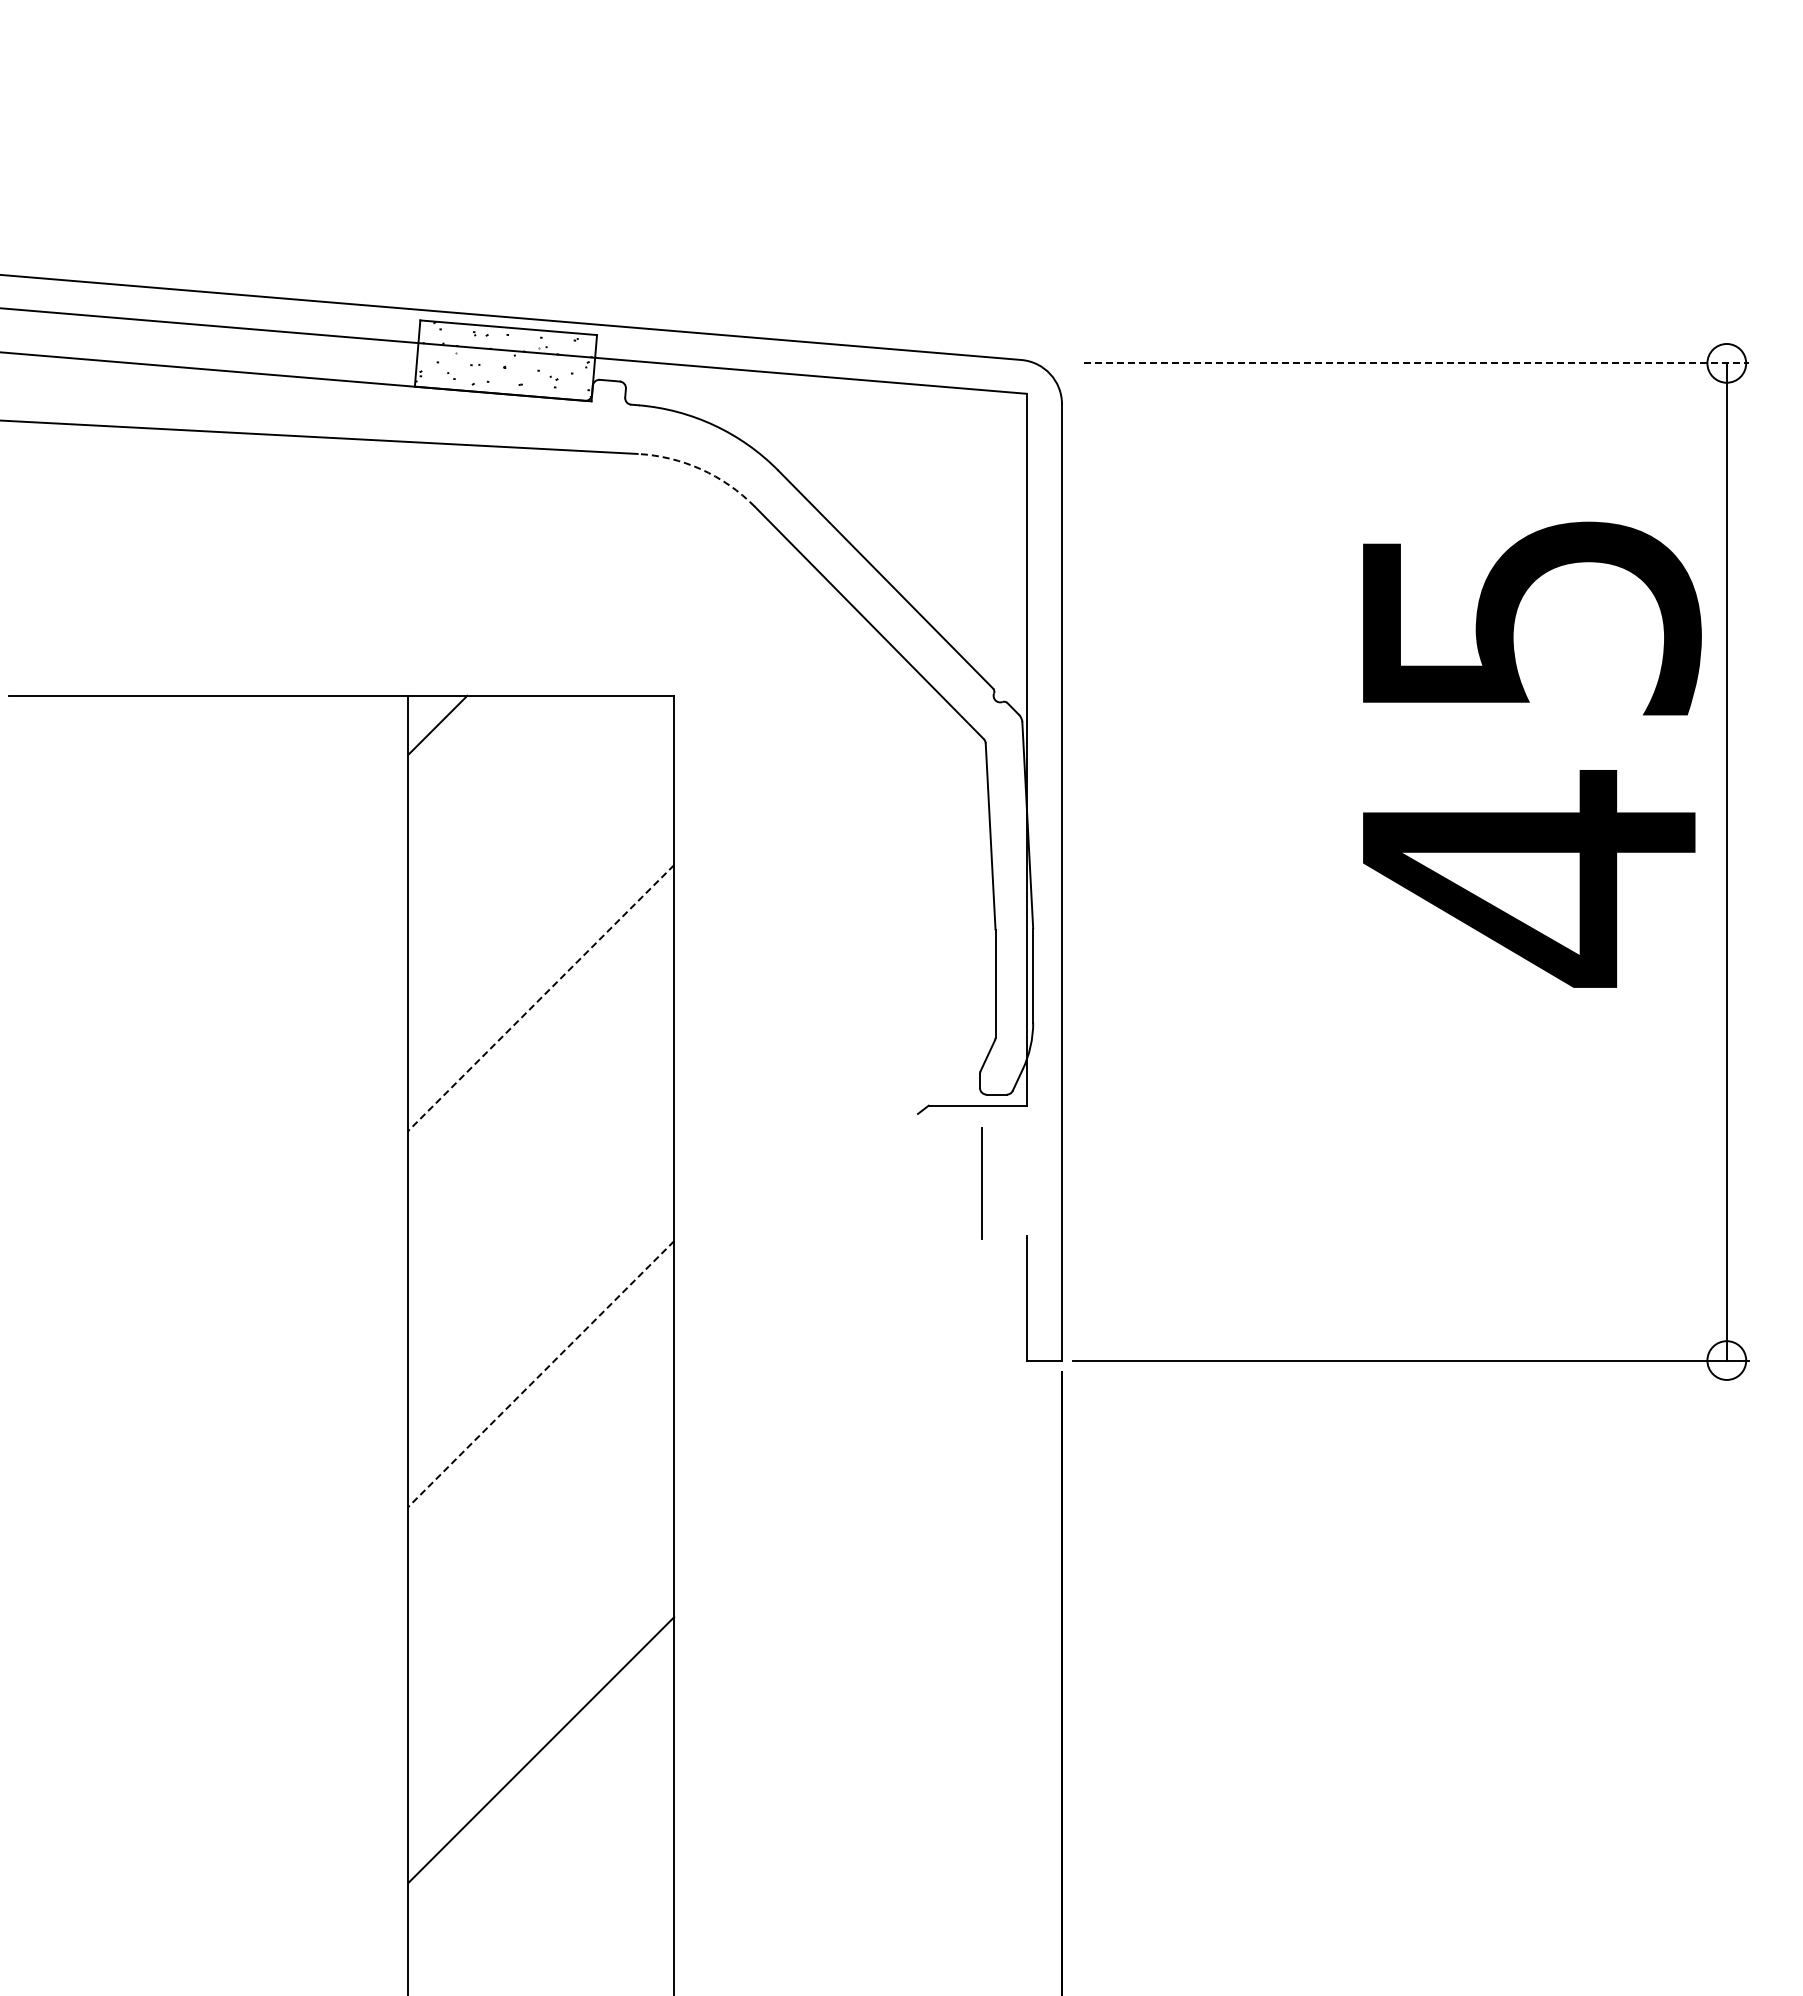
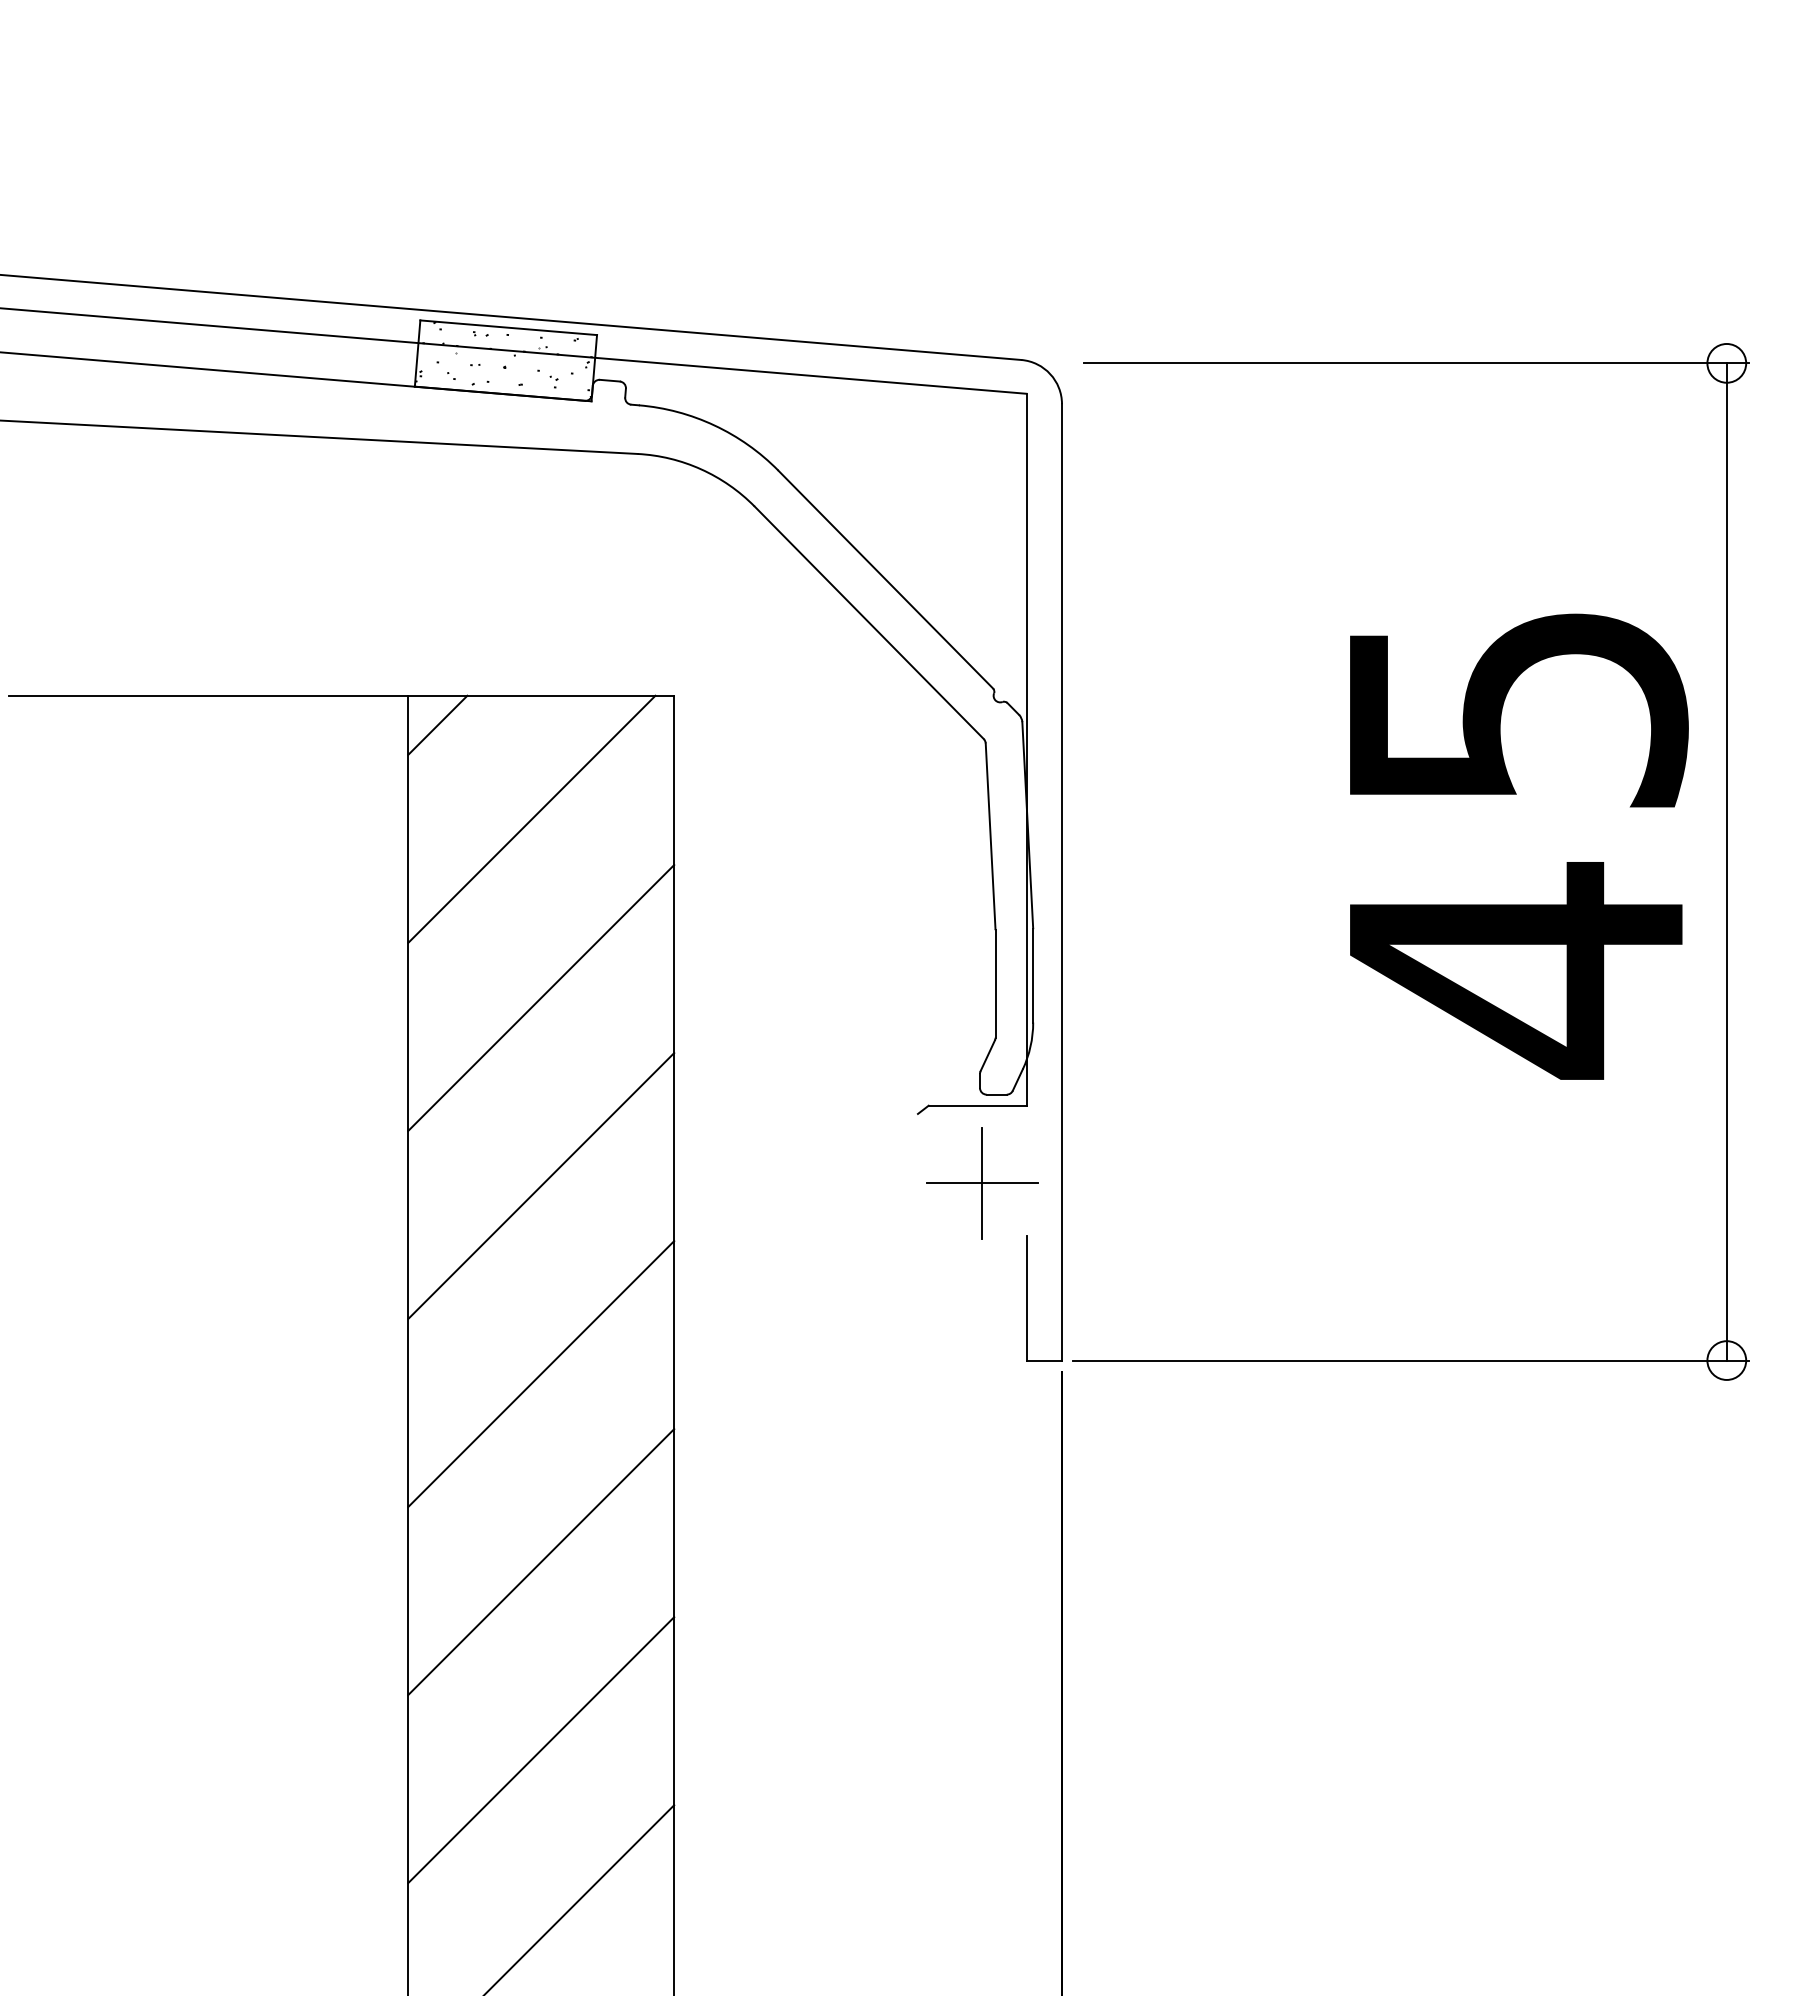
line at (1417, 363): dashed -> solid
arc at (701, 469): dashed -> solid
text at (1532, 754) position: (1532, 754) -> (1519, 846)
line at (531, 818): none -> present
line at (540, 998): dashed -> solid
line at (981, 1183): none -> present
line at (541, 1186): none -> present
line at (540, 1374): dashed -> solid
line at (541, 1562): none -> present
line at (580, 1898): none -> present
